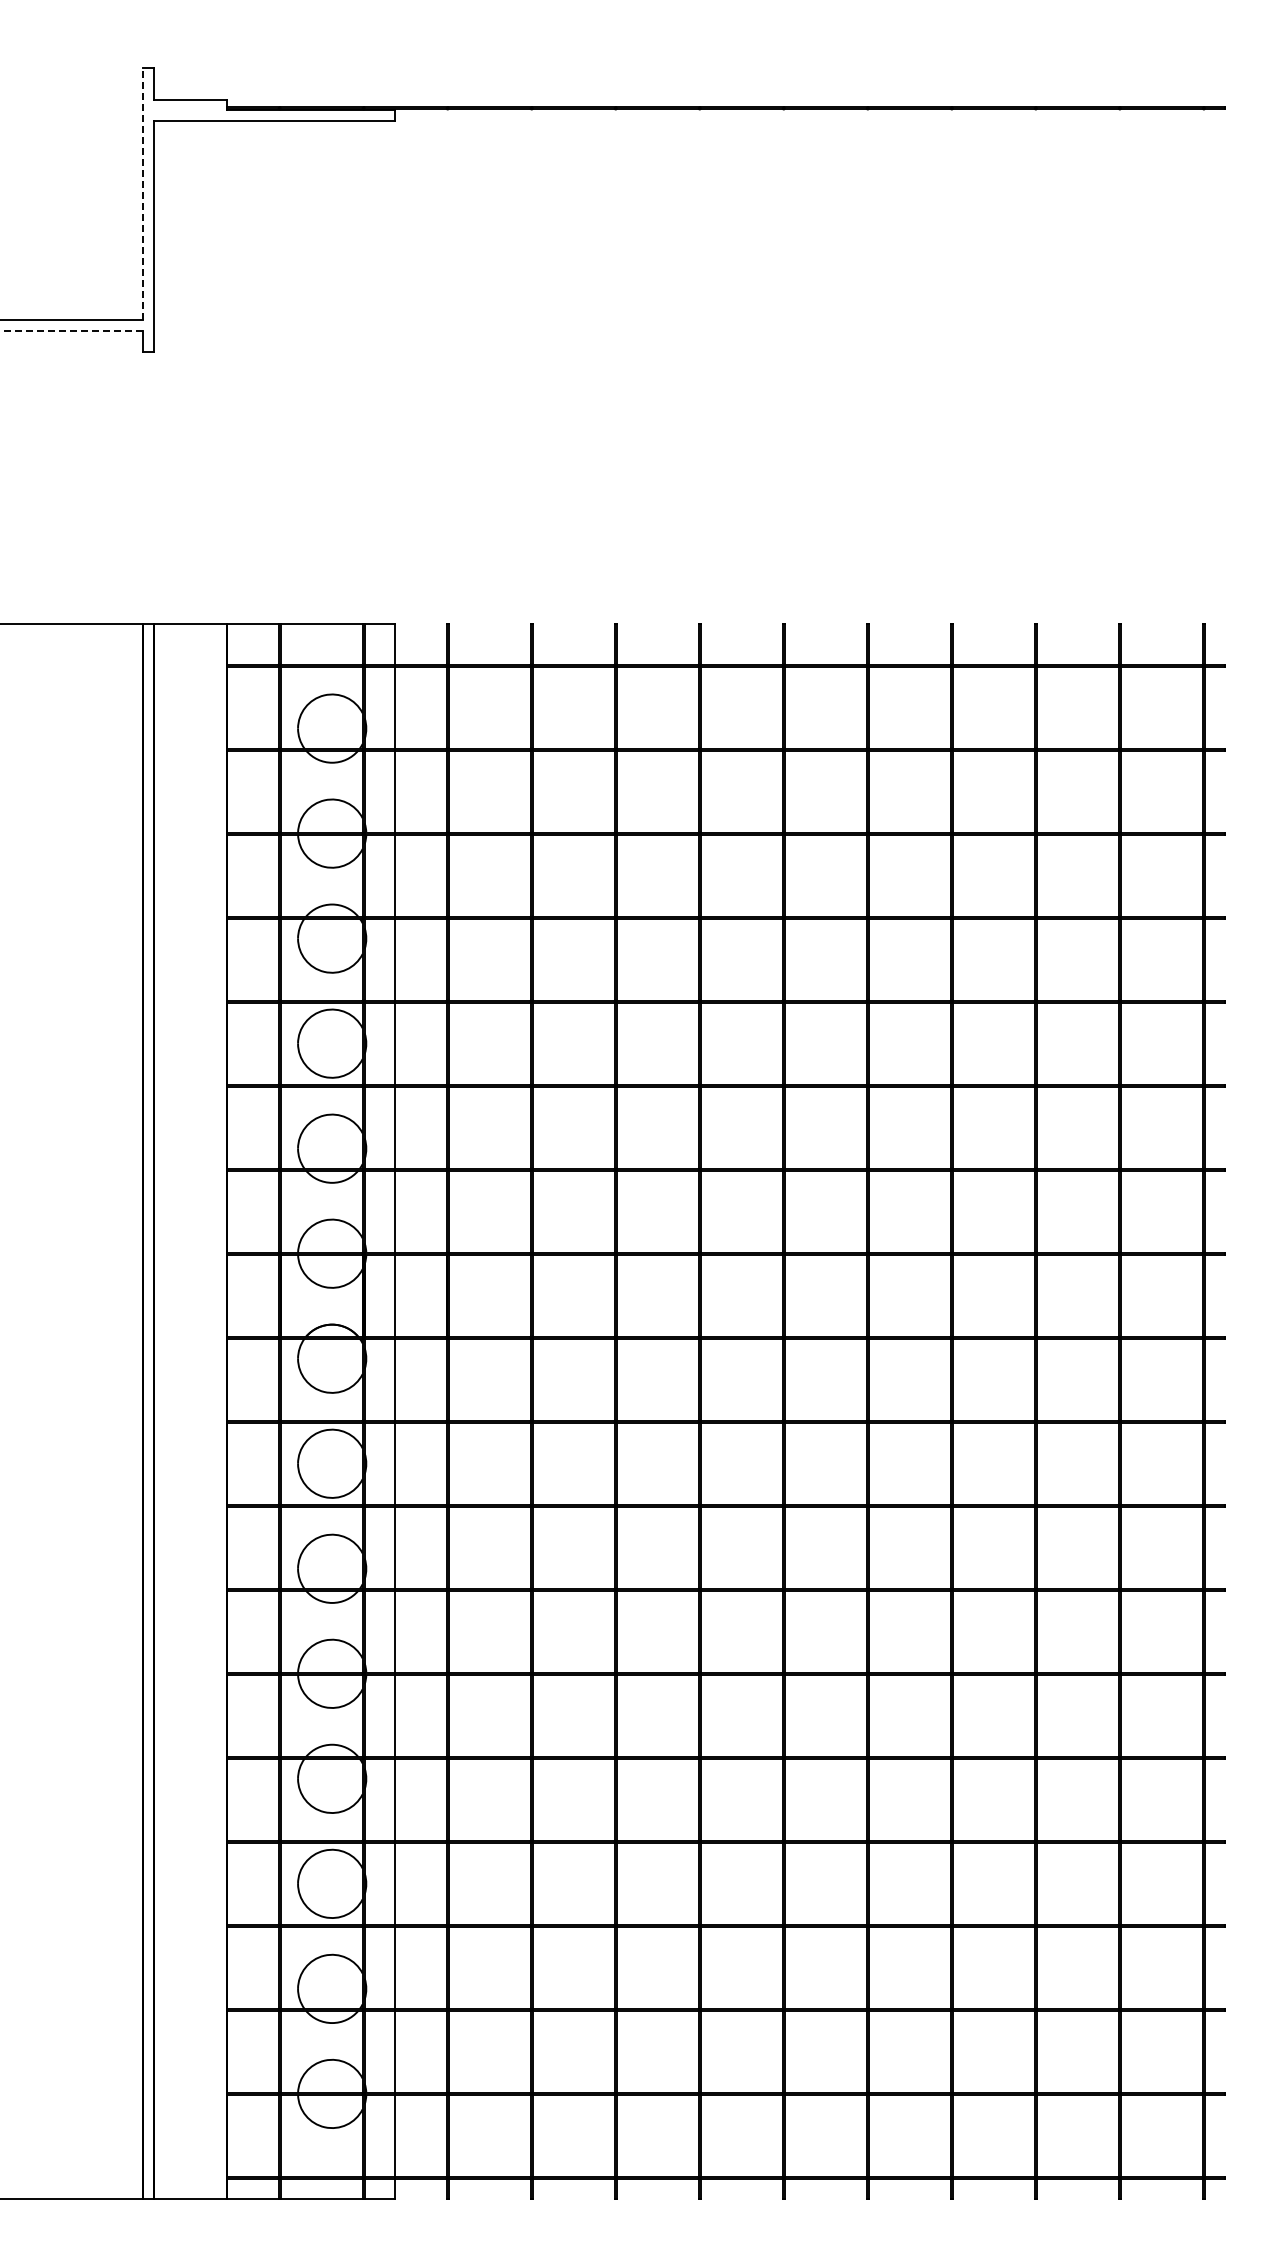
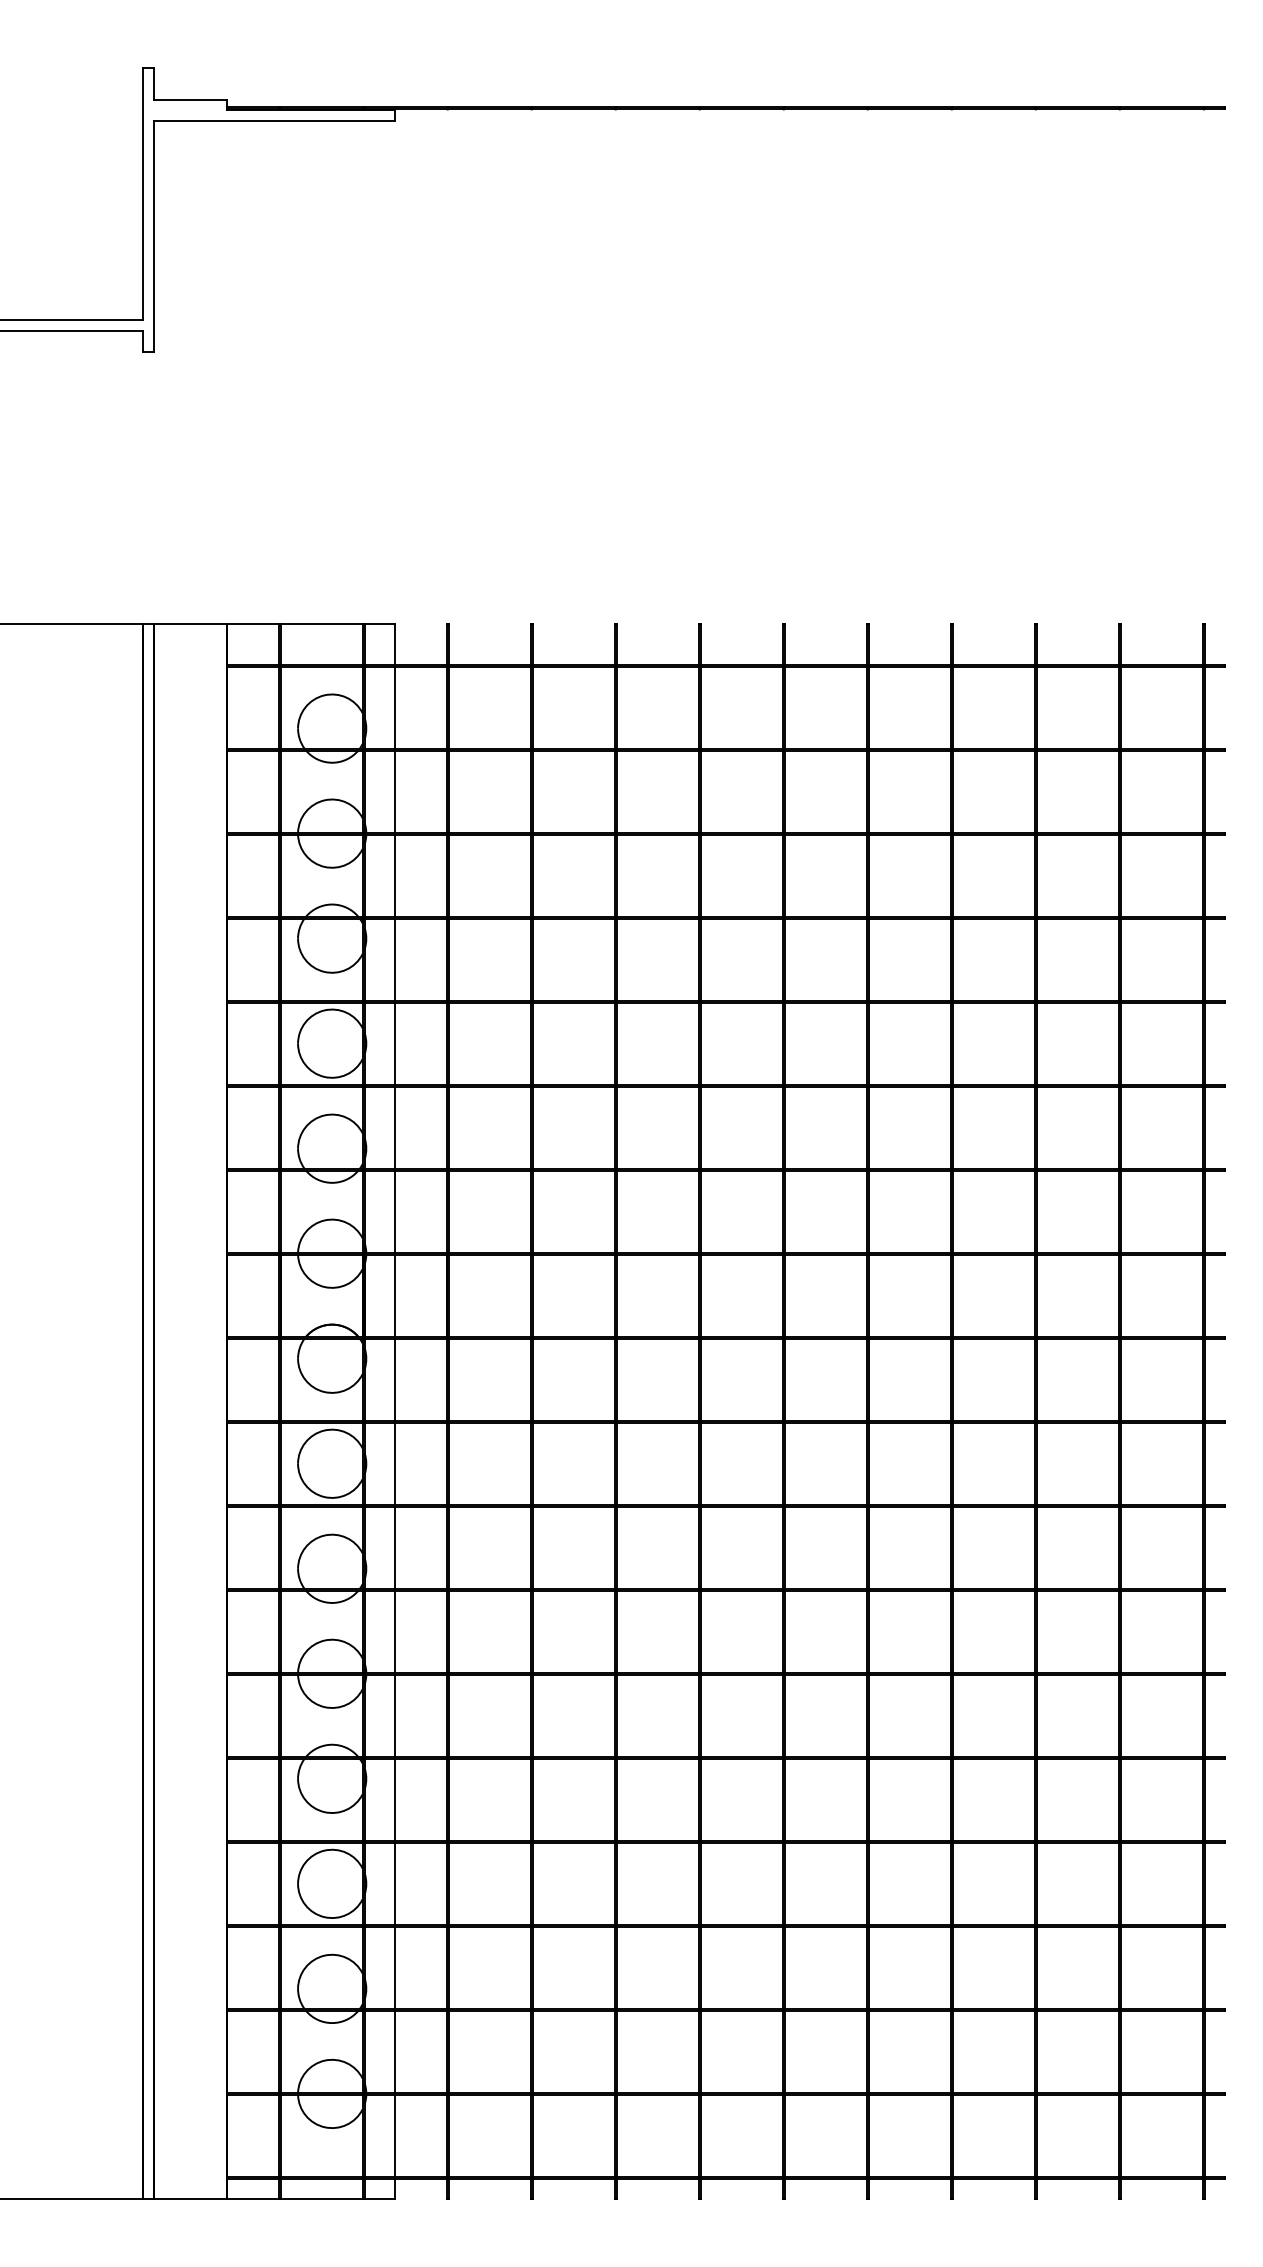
line at (143, 193): dashed -> solid
line at (71, 330): dashed -> solid
